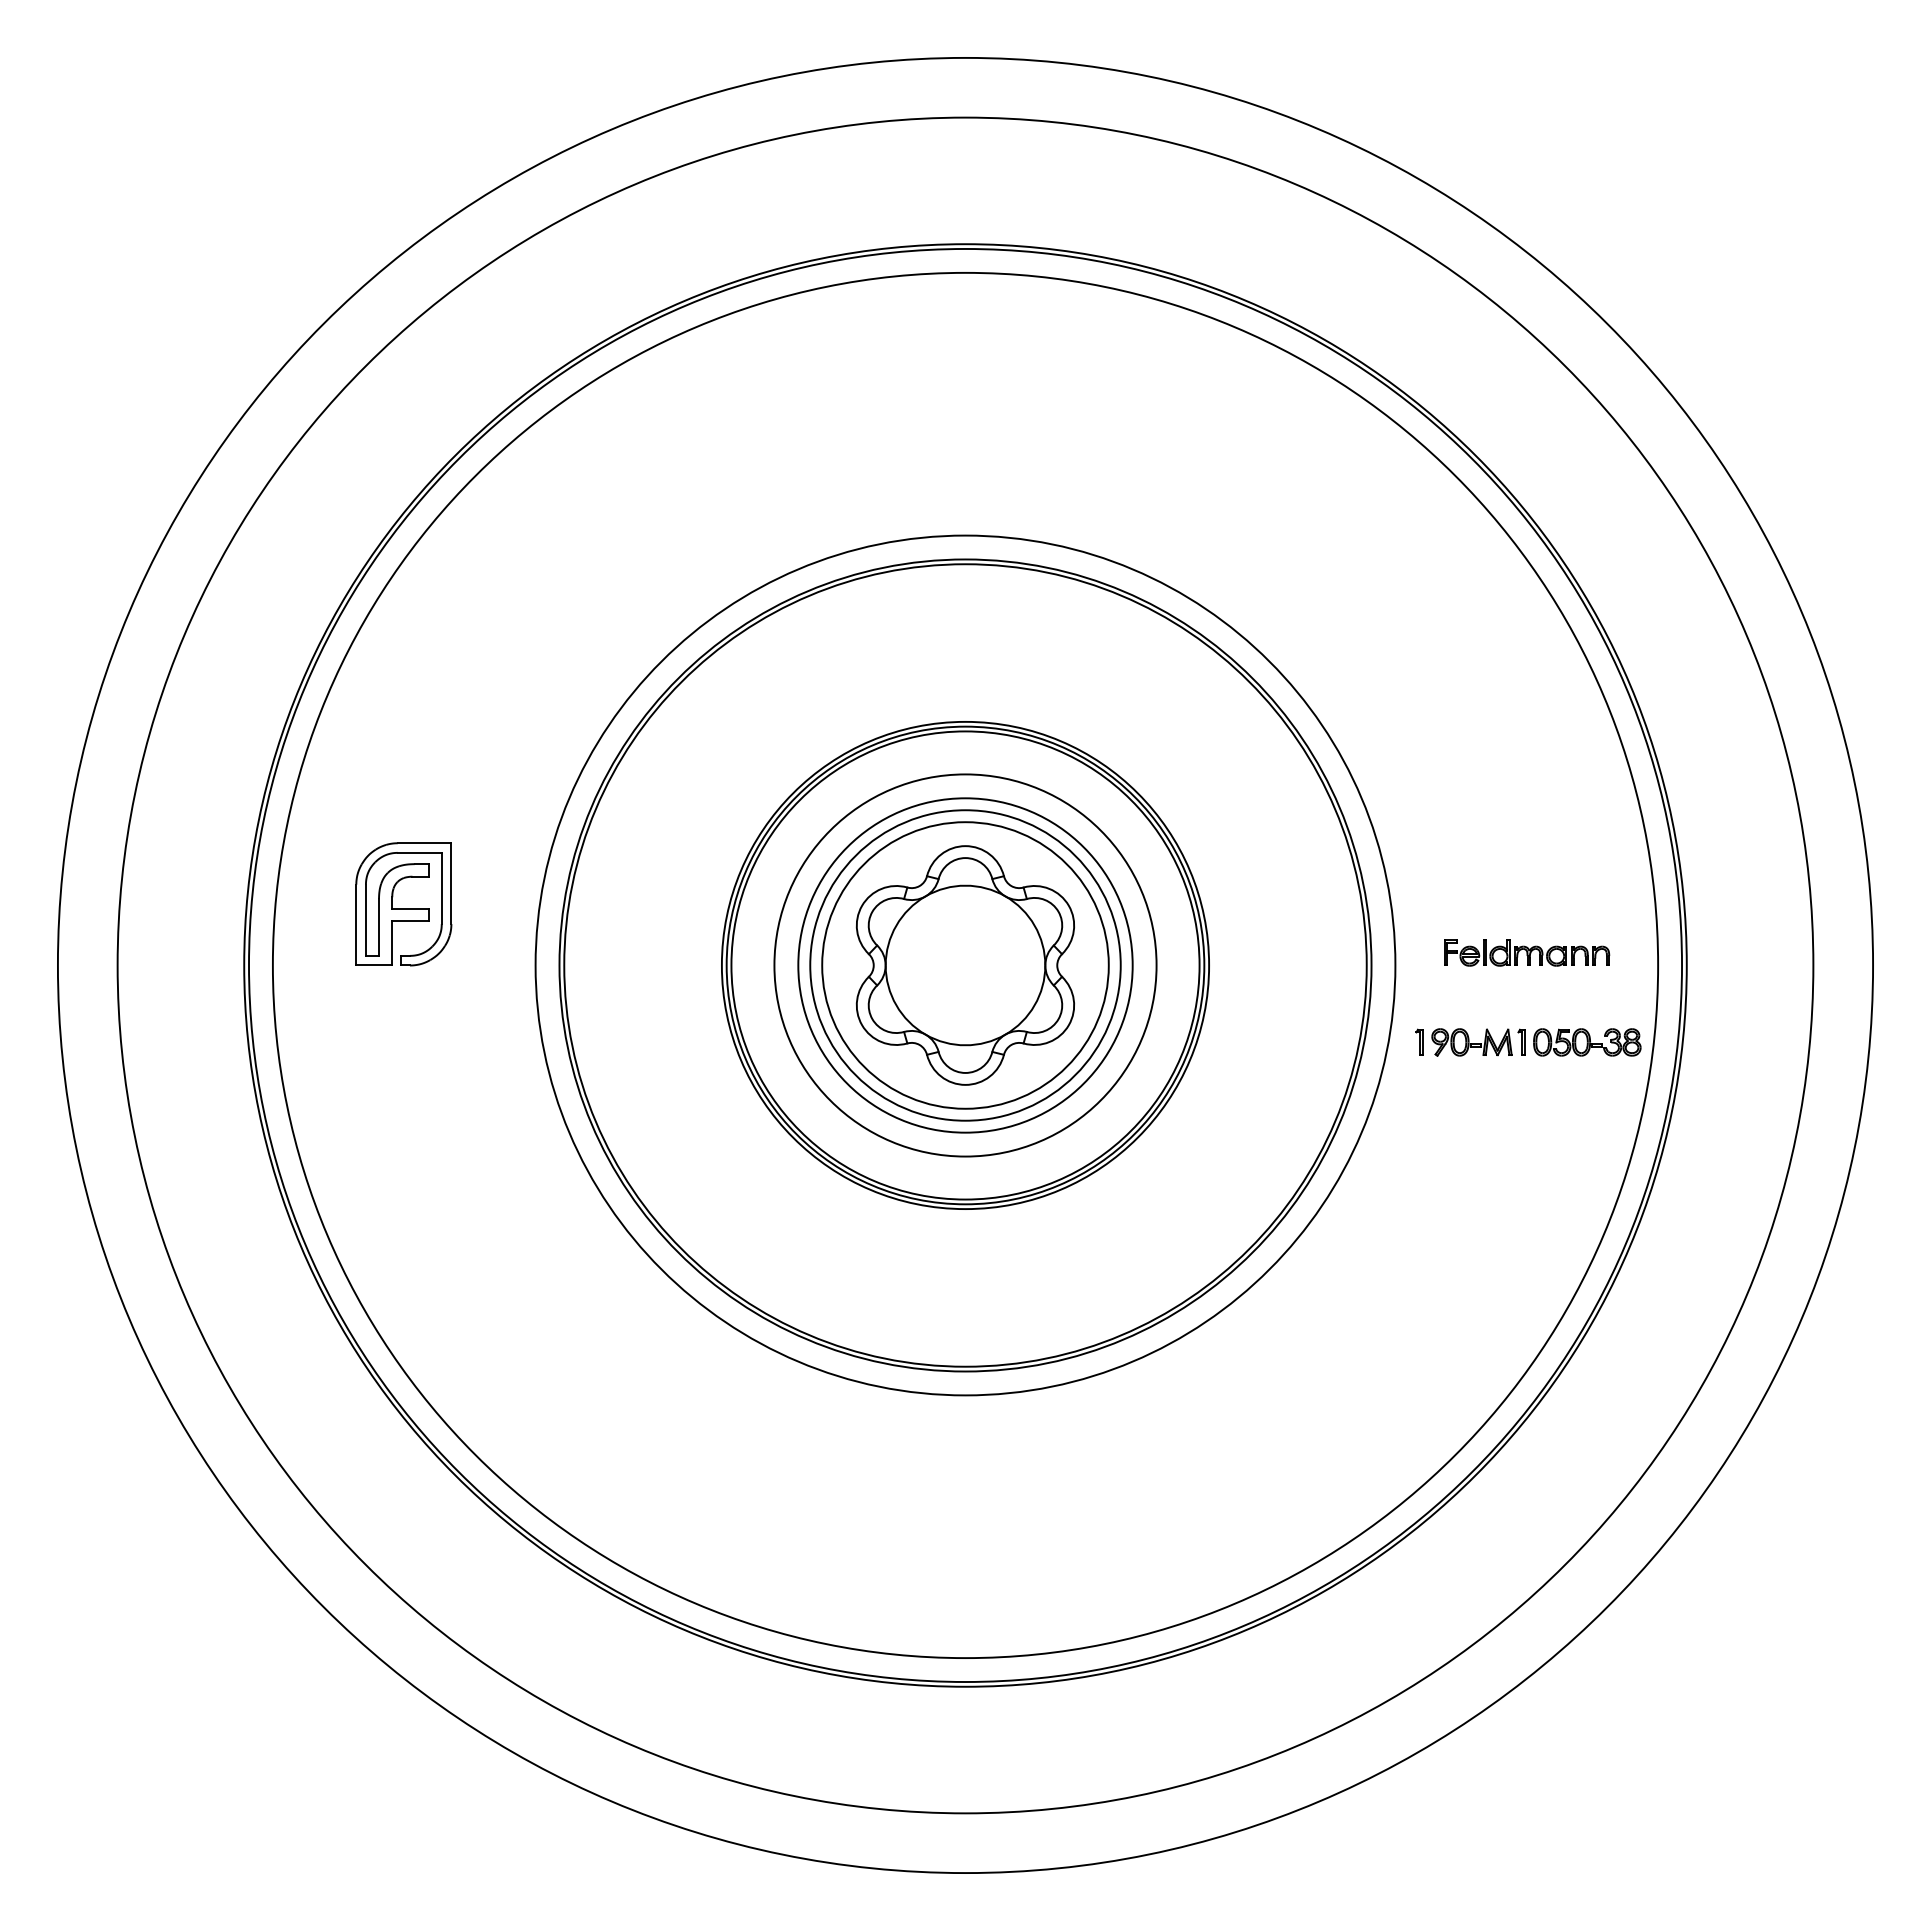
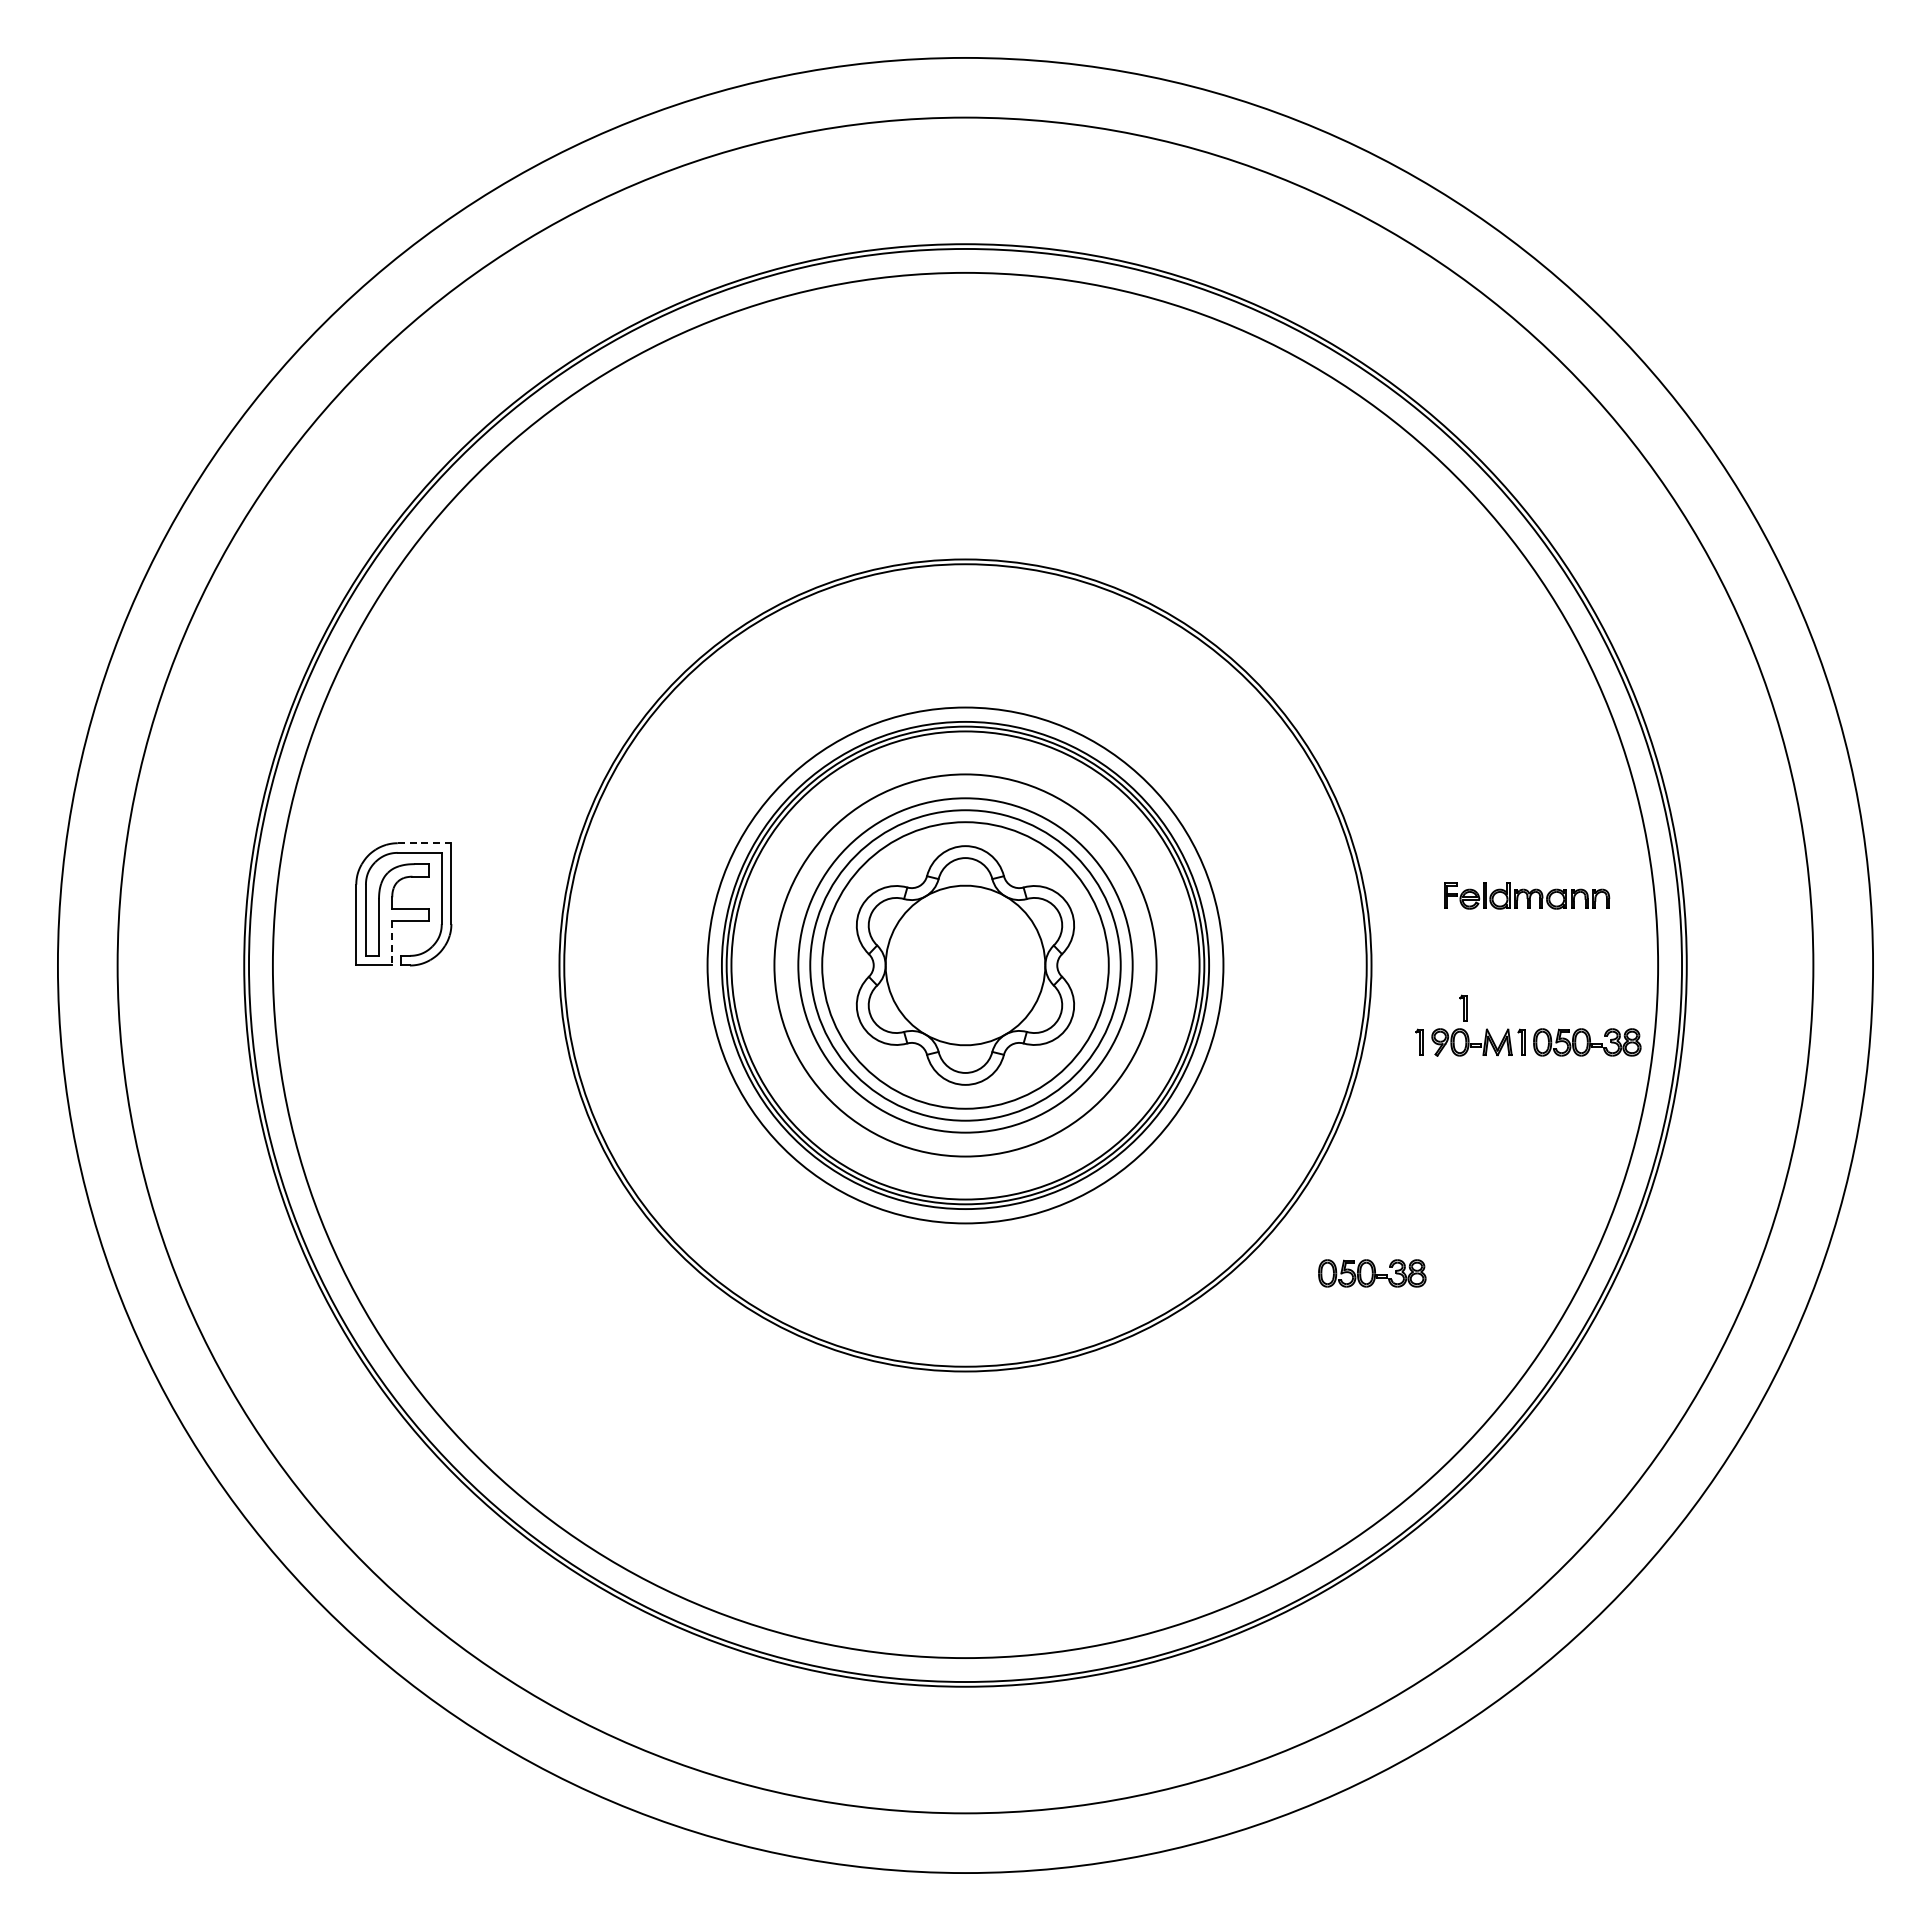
line at (424, 843): solid -> dashed
line at (392, 943): solid -> dashed
part at (1527, 952) position: (1527, 952) -> (1527, 895)
circle at (965, 965) diameter: 860 px -> 516 px
part at (1463, 1007): none -> present
part at (1372, 1273): none -> present
